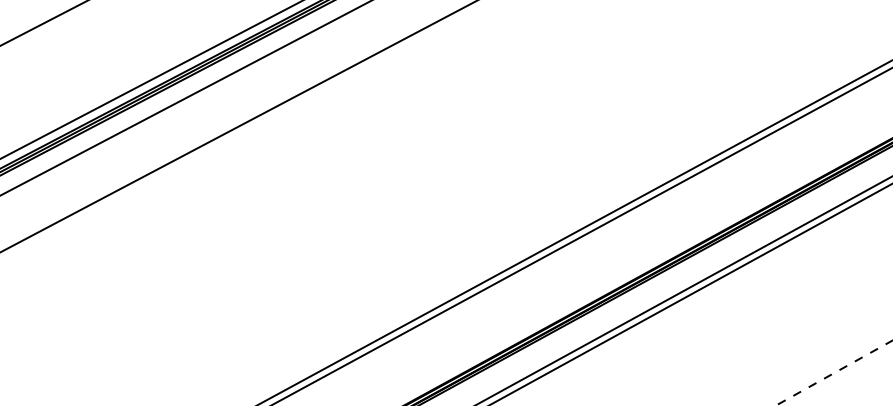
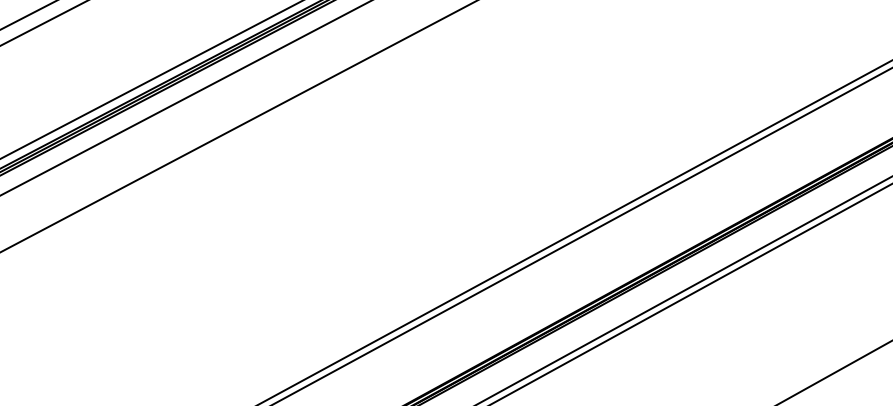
line at (27, 15): none -> present
line at (833, 373): dashed -> solid
